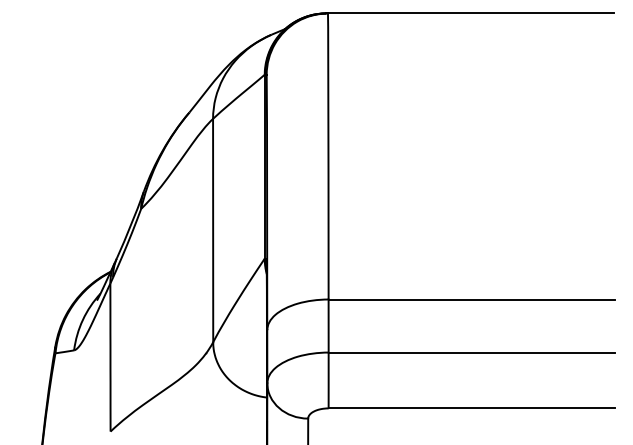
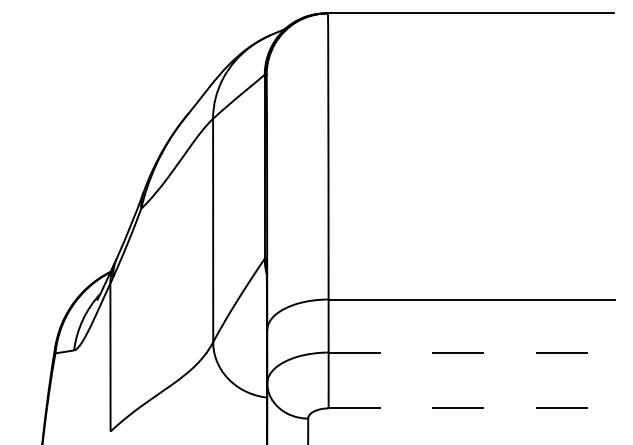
line at (472, 352): solid -> dashed
line at (472, 408): solid -> dashed
